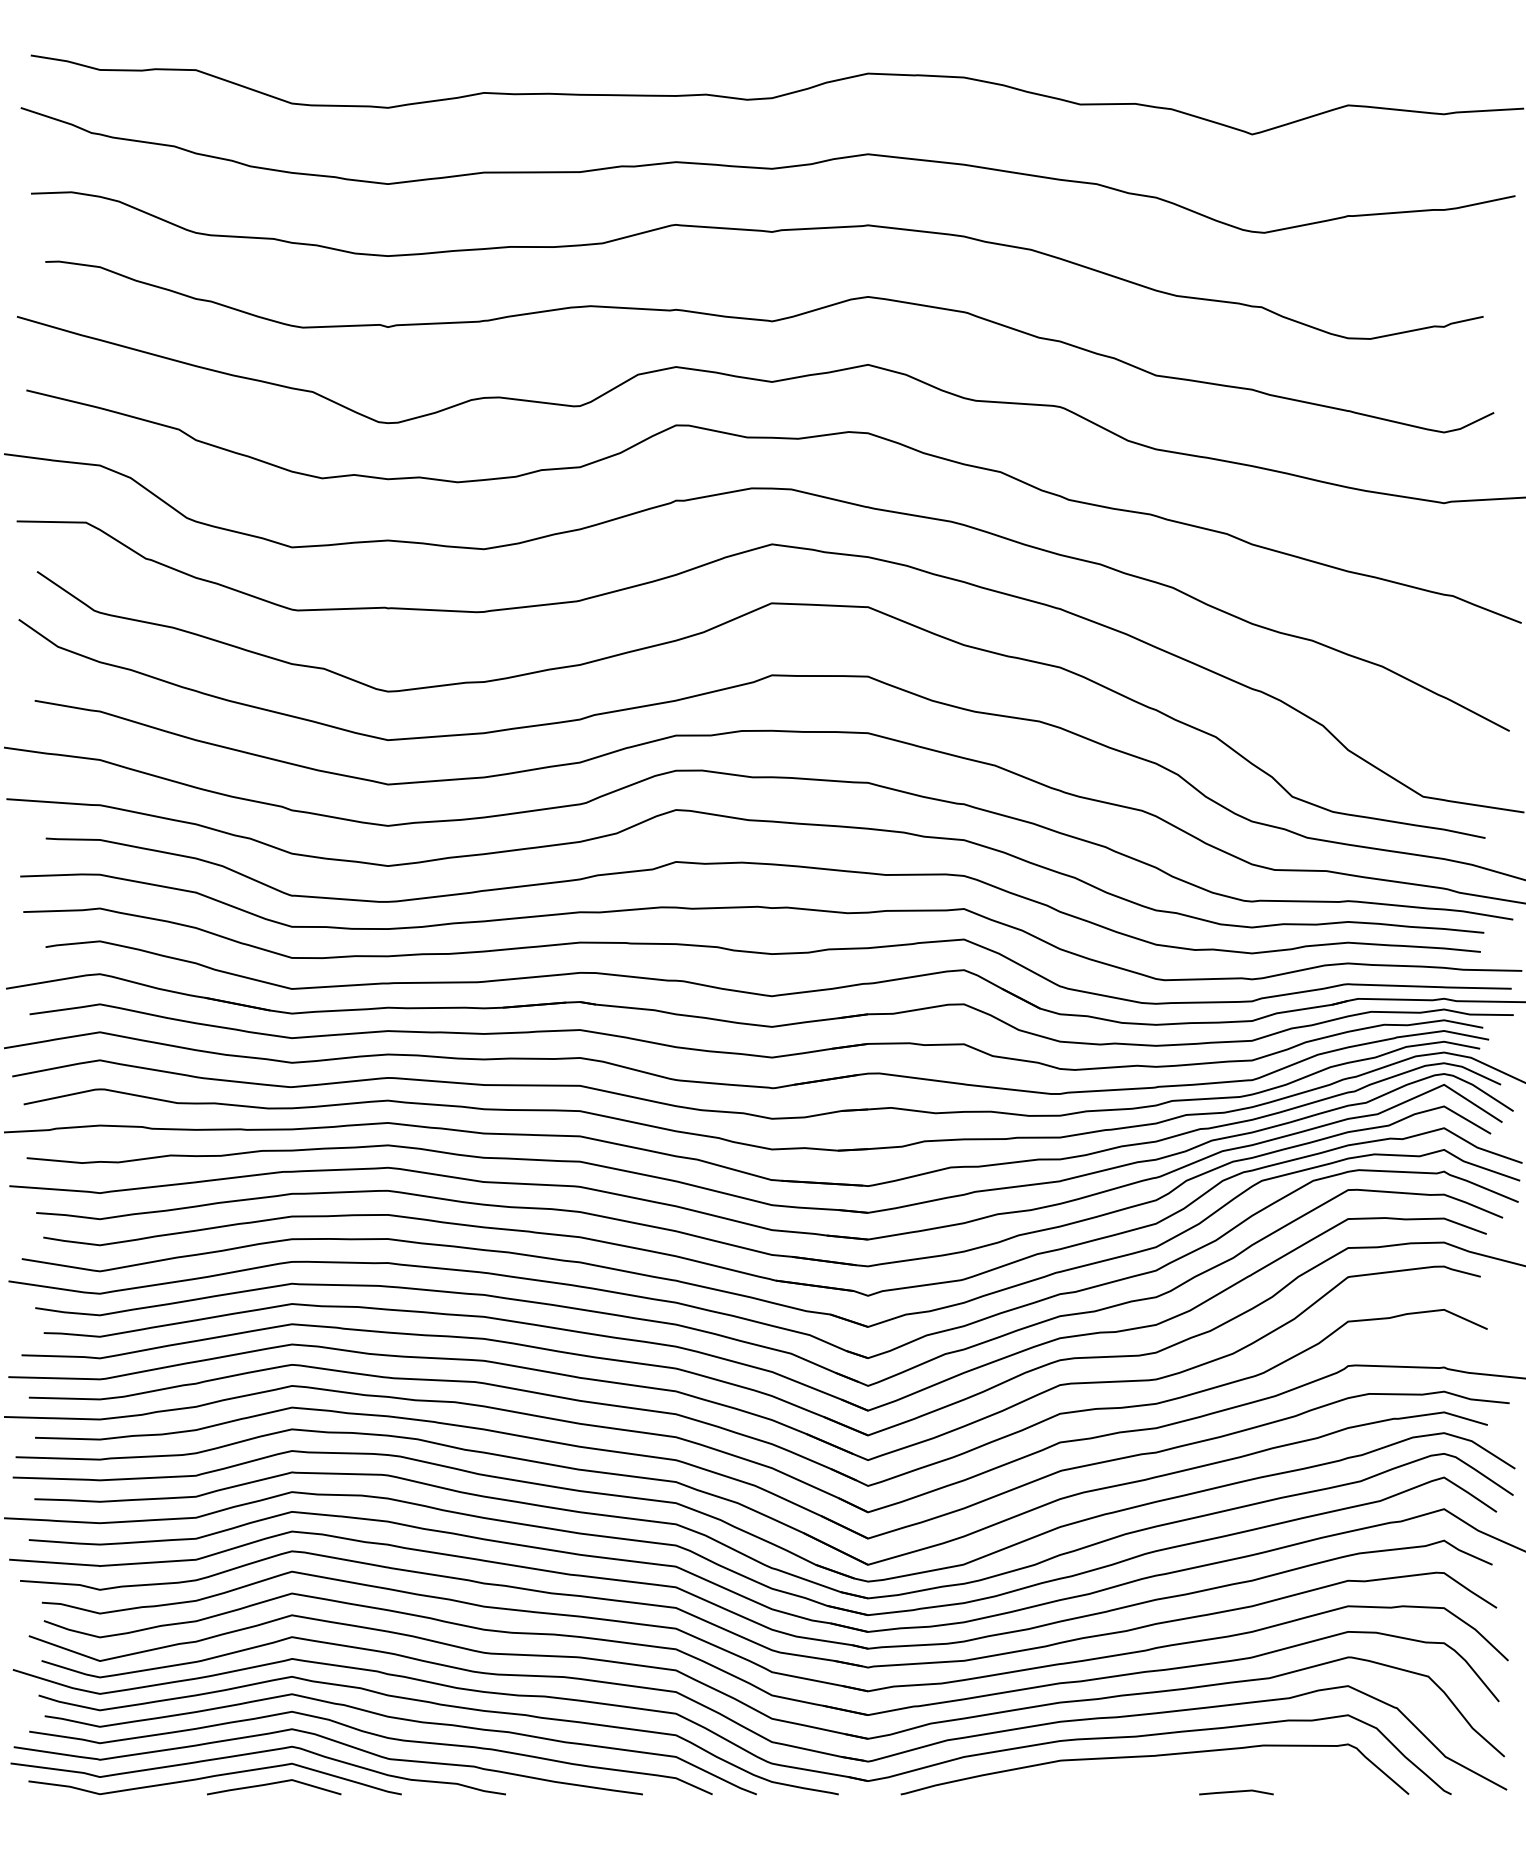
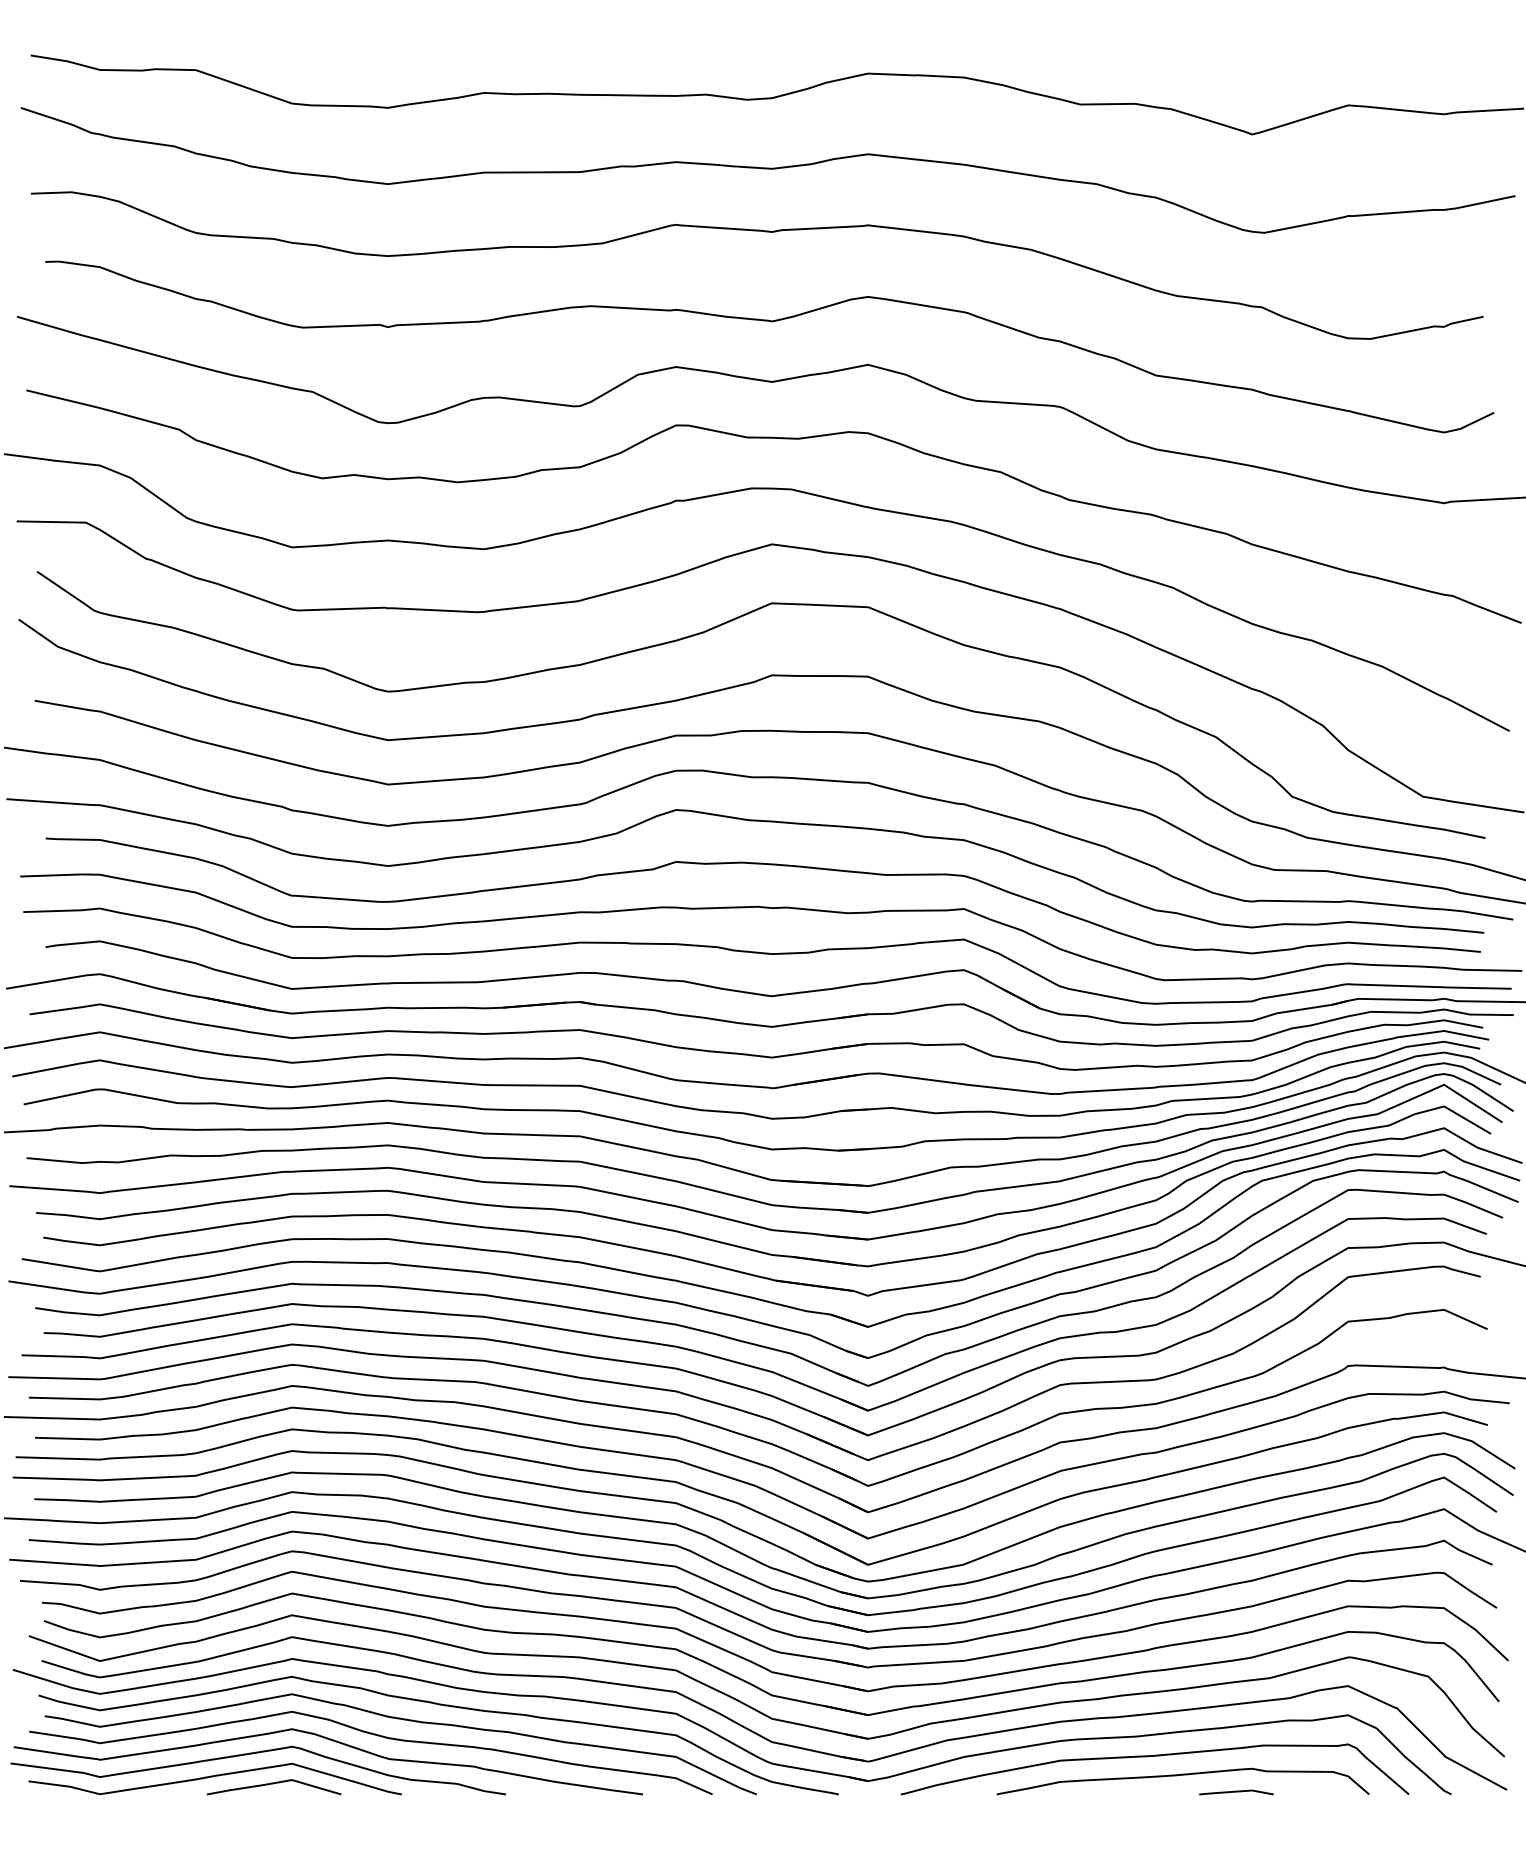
curve at (1182, 1775): none -> present
